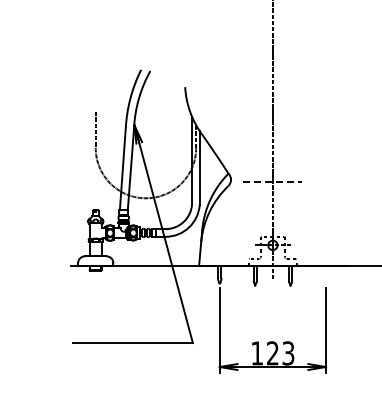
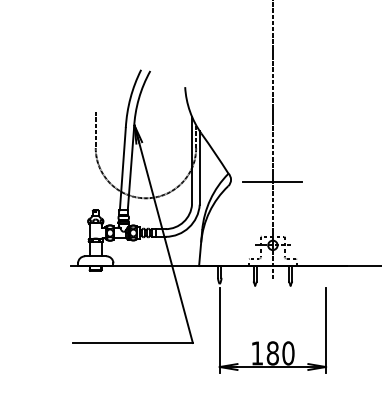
line at (272, 181): dashed -> solid
text at (280, 353): 123 -> 180
